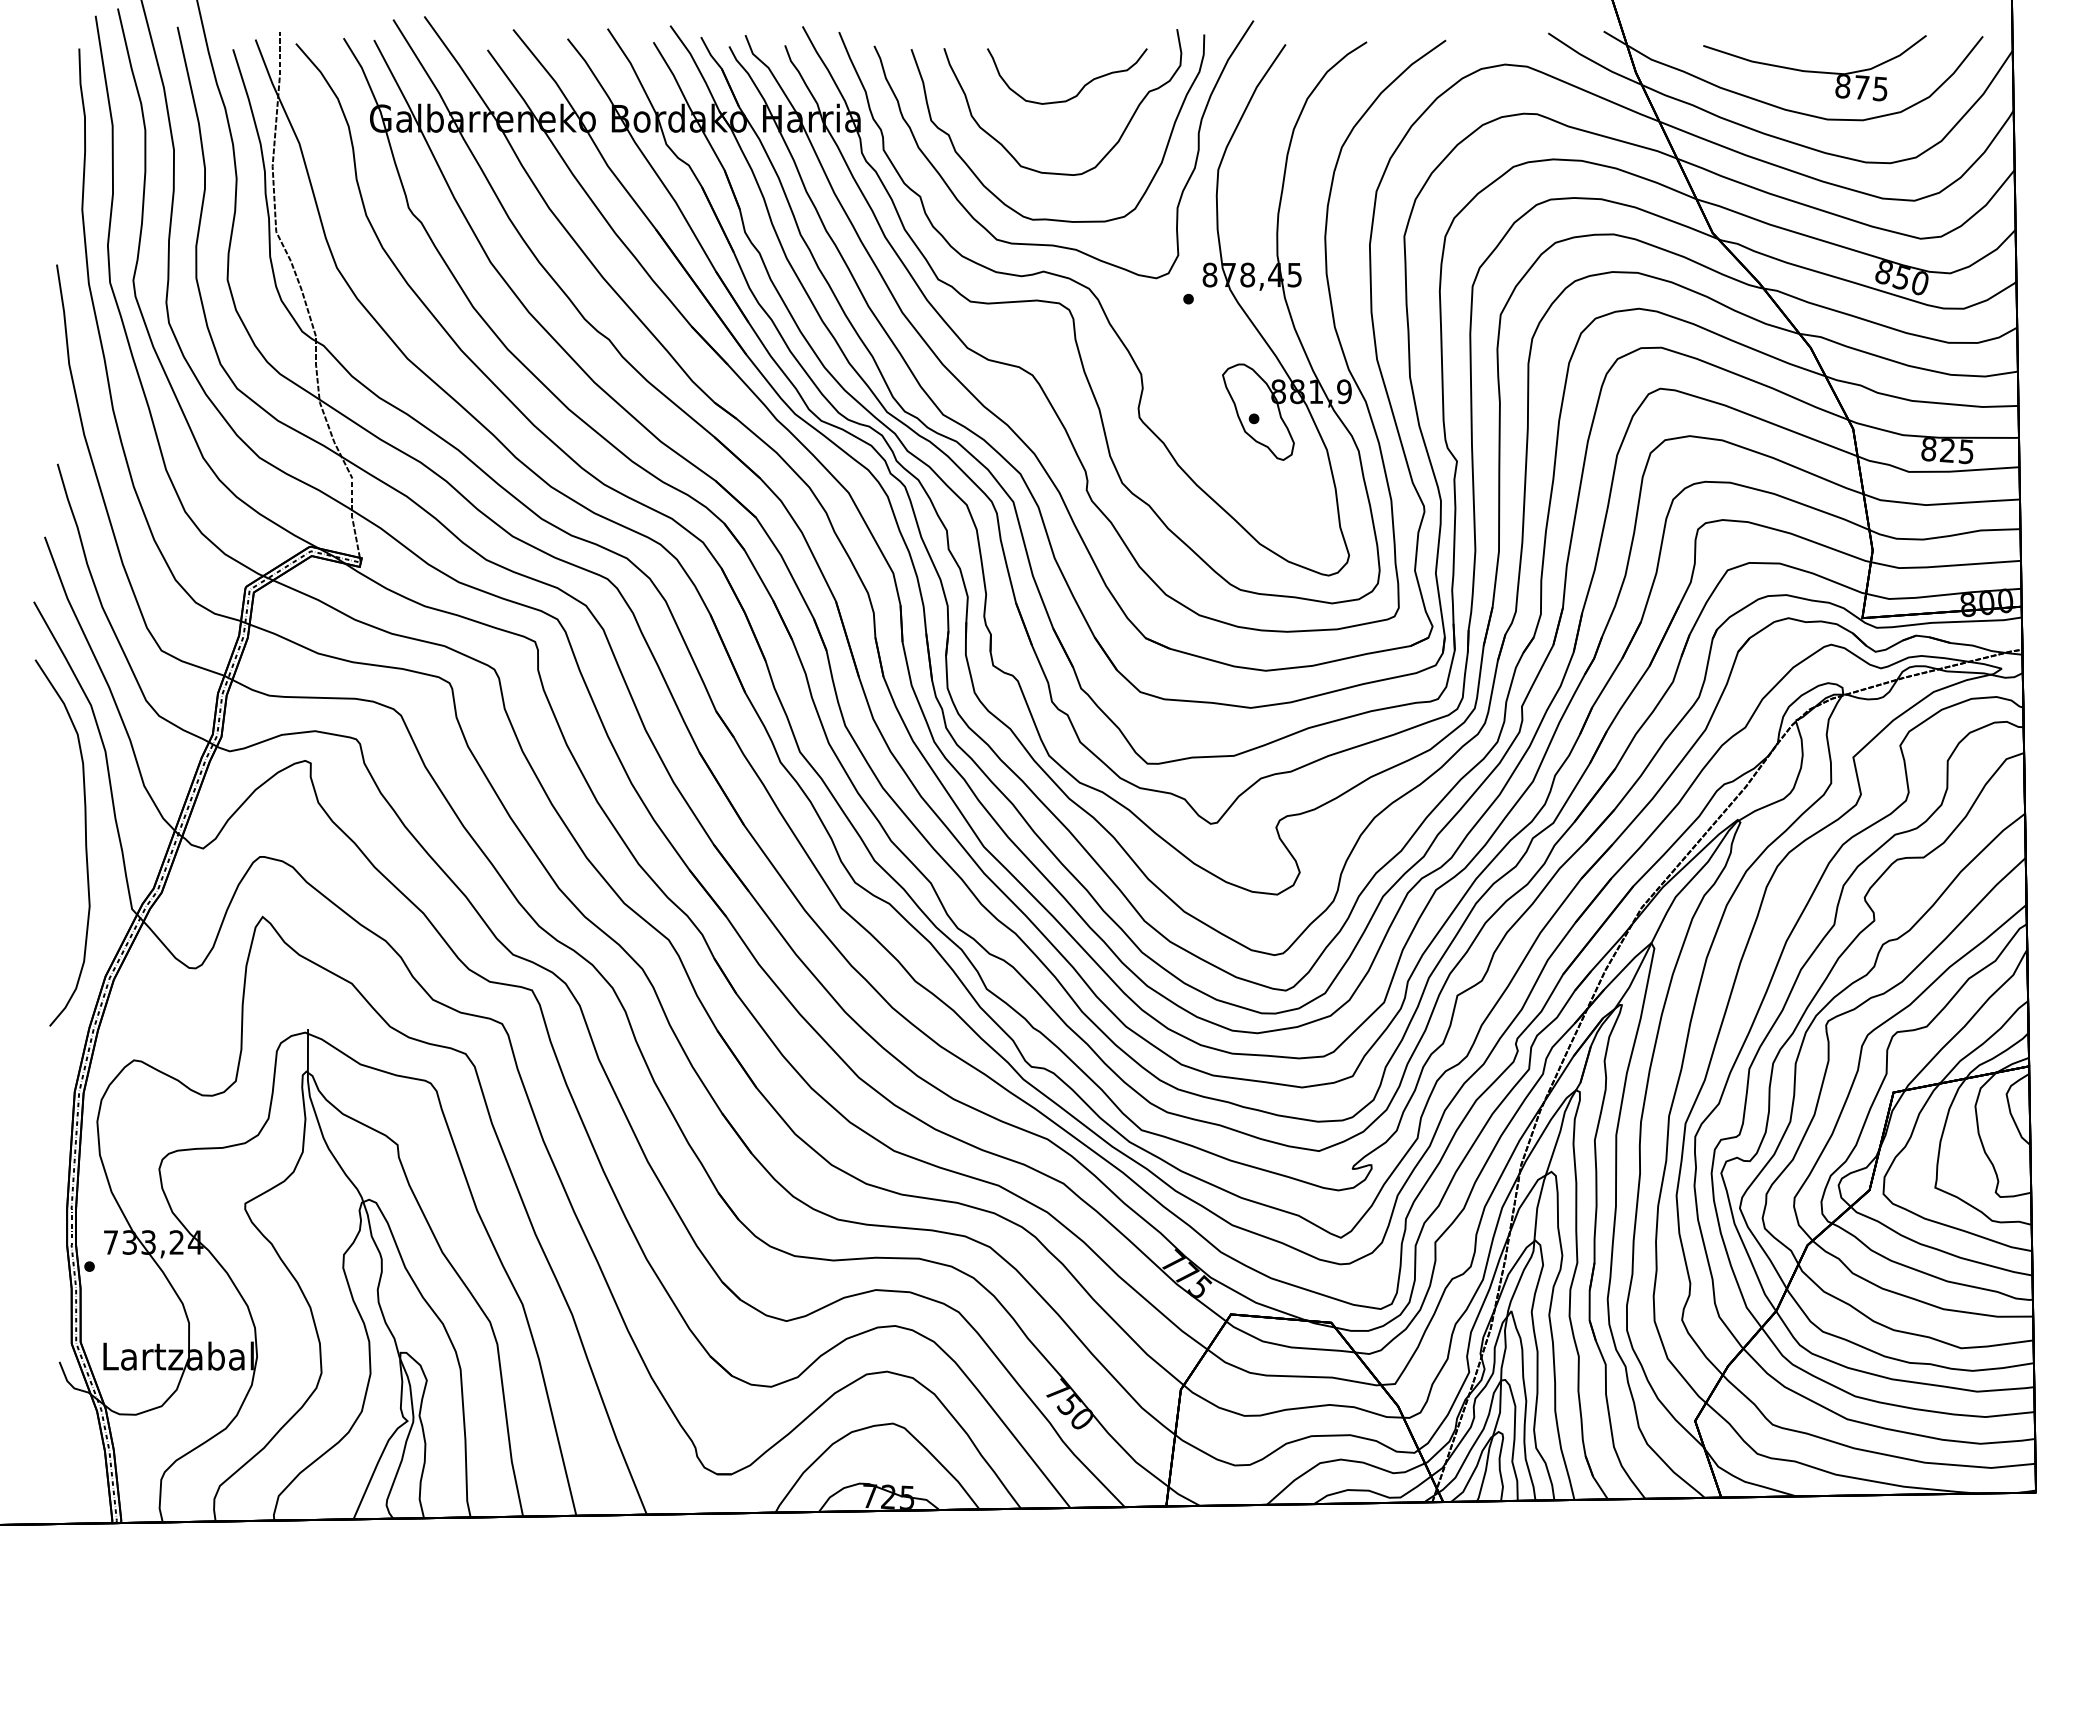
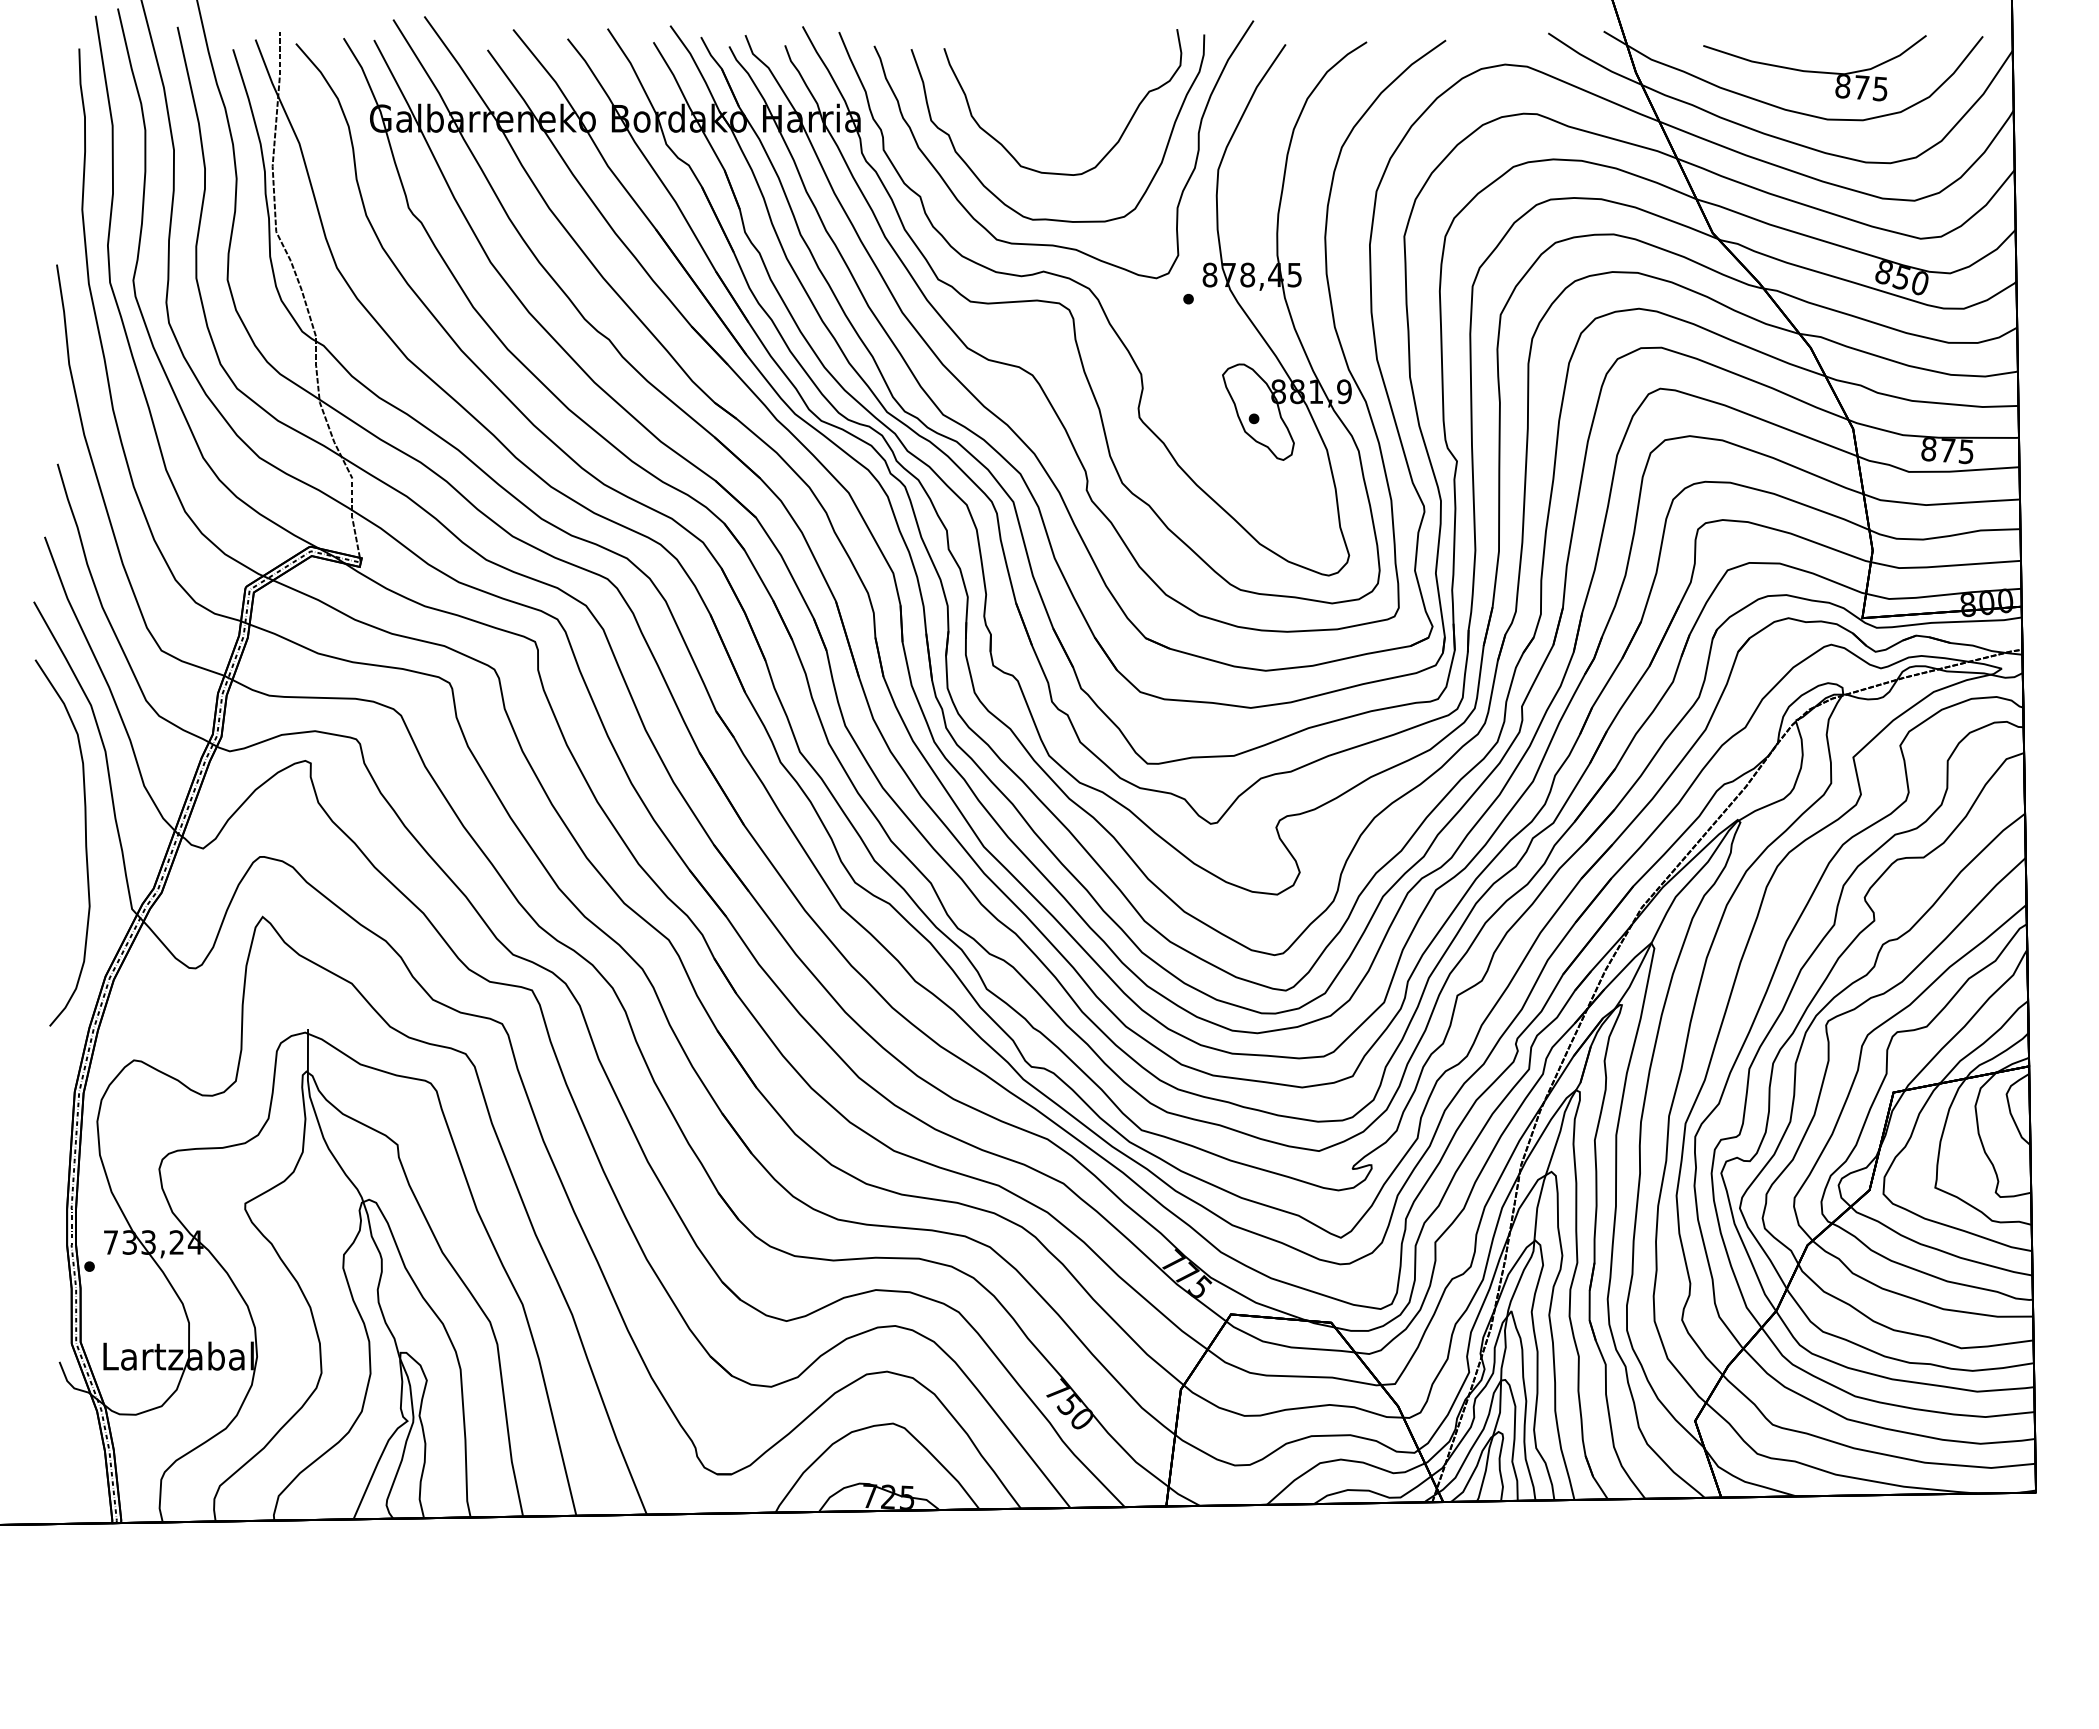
curve at (1083, 85): present -> none
text at (1947, 450): 825 -> 875
